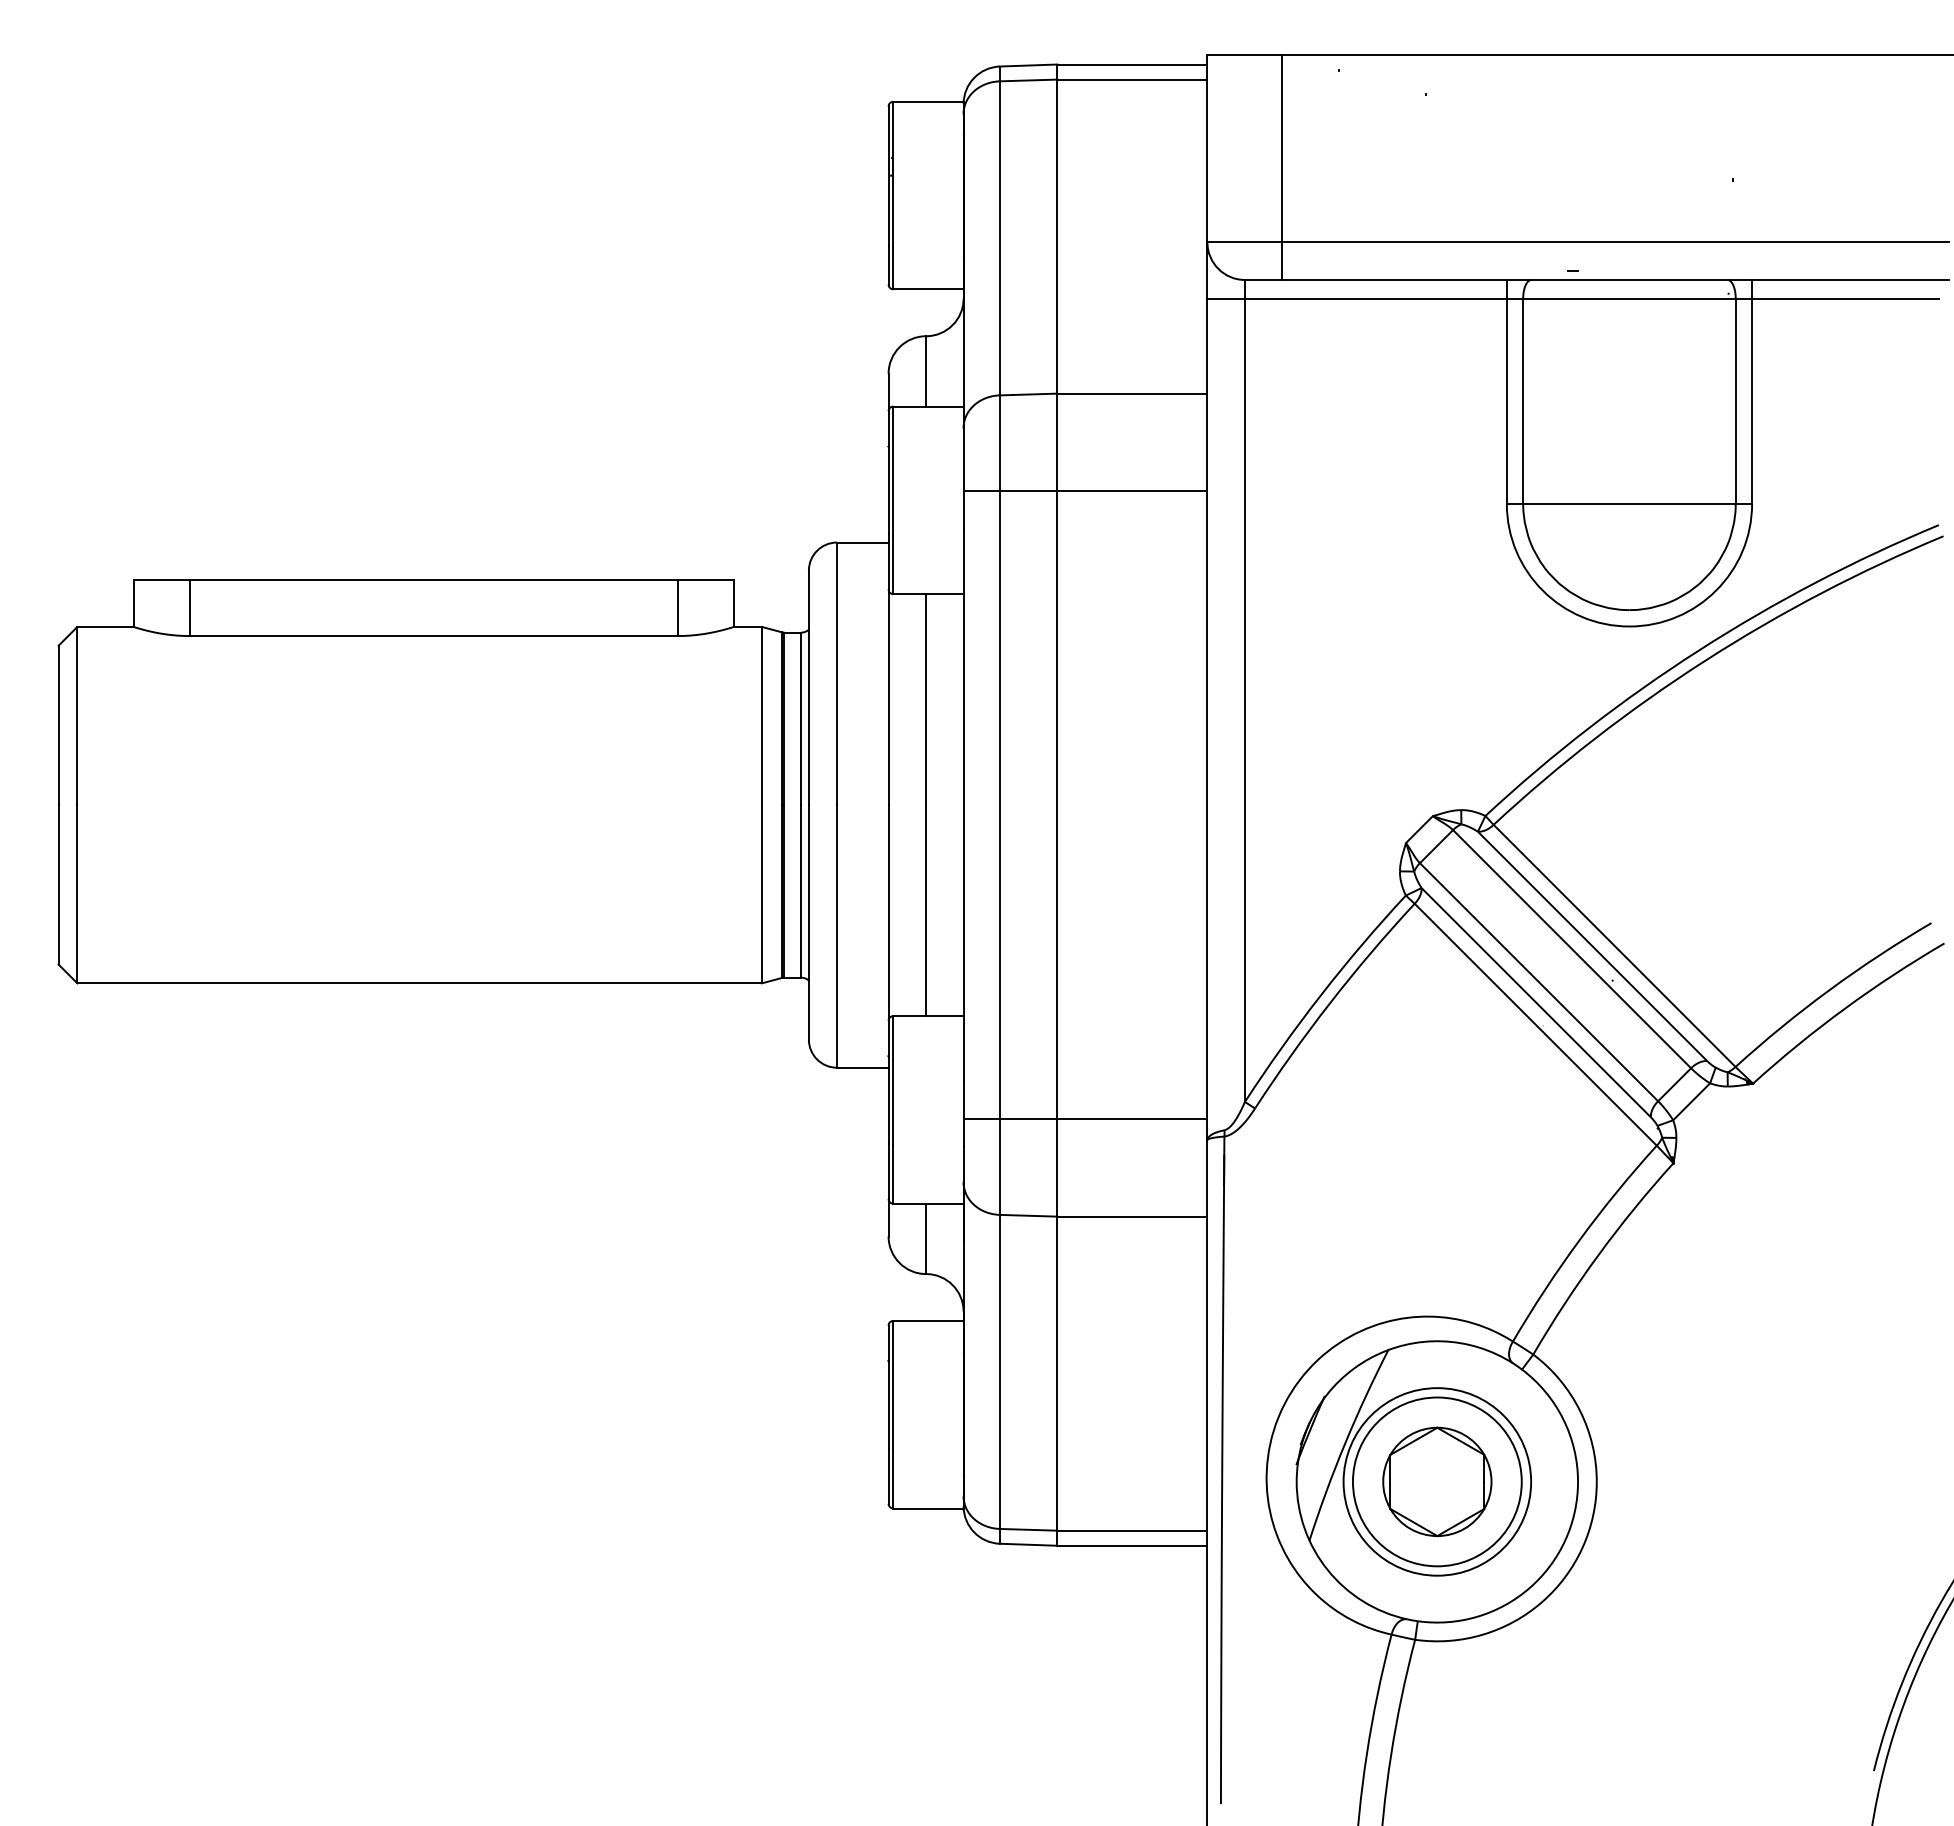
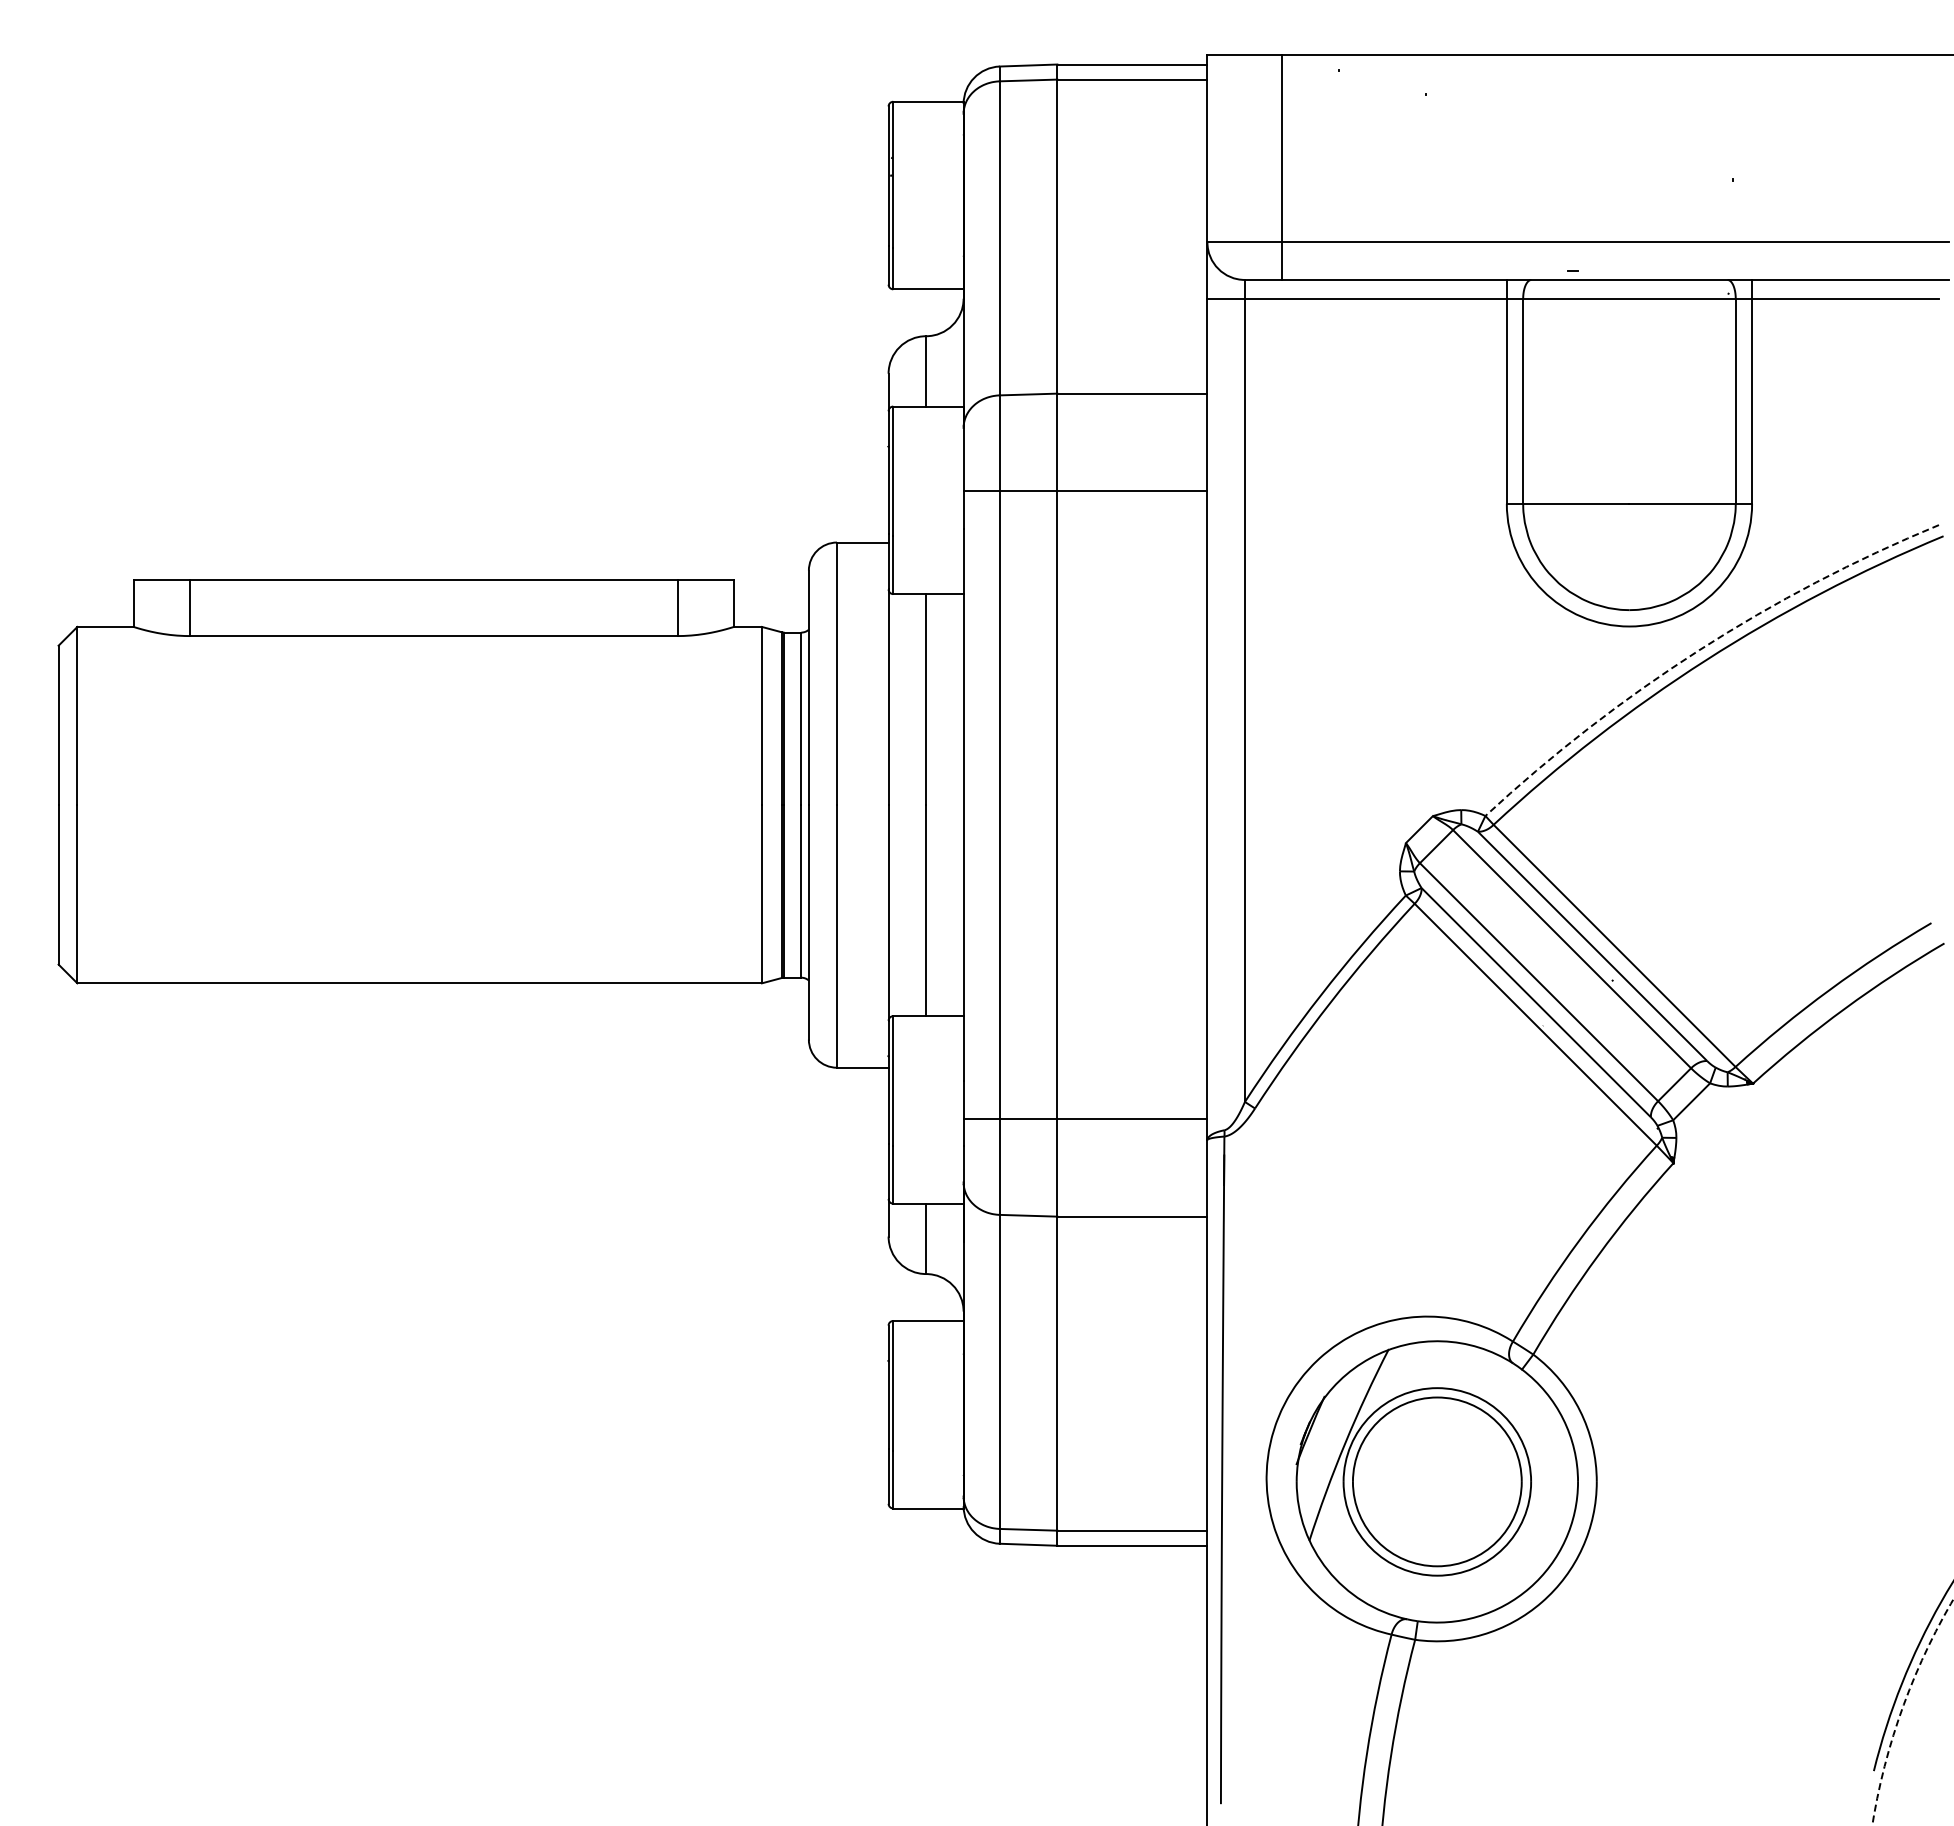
arc at (1699, 650): solid -> dashed
part at (1437, 1481): present -> none
arc at (1902, 1709): solid -> dashed
